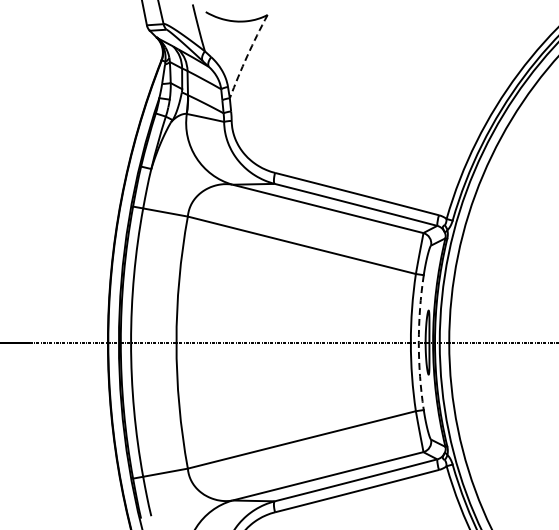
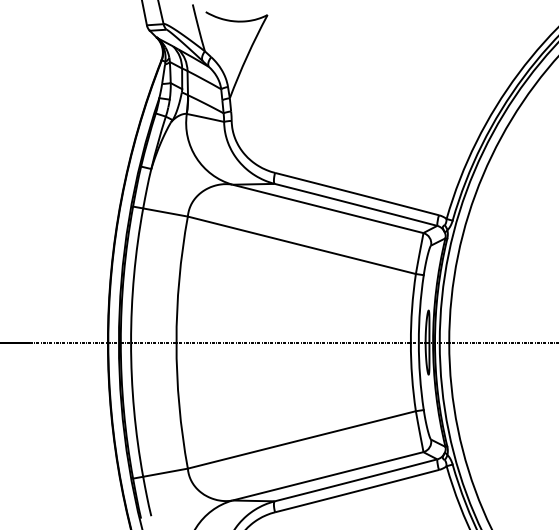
arc at (247, 56): dashed -> solid
arc at (418, 342): dashed -> solid
